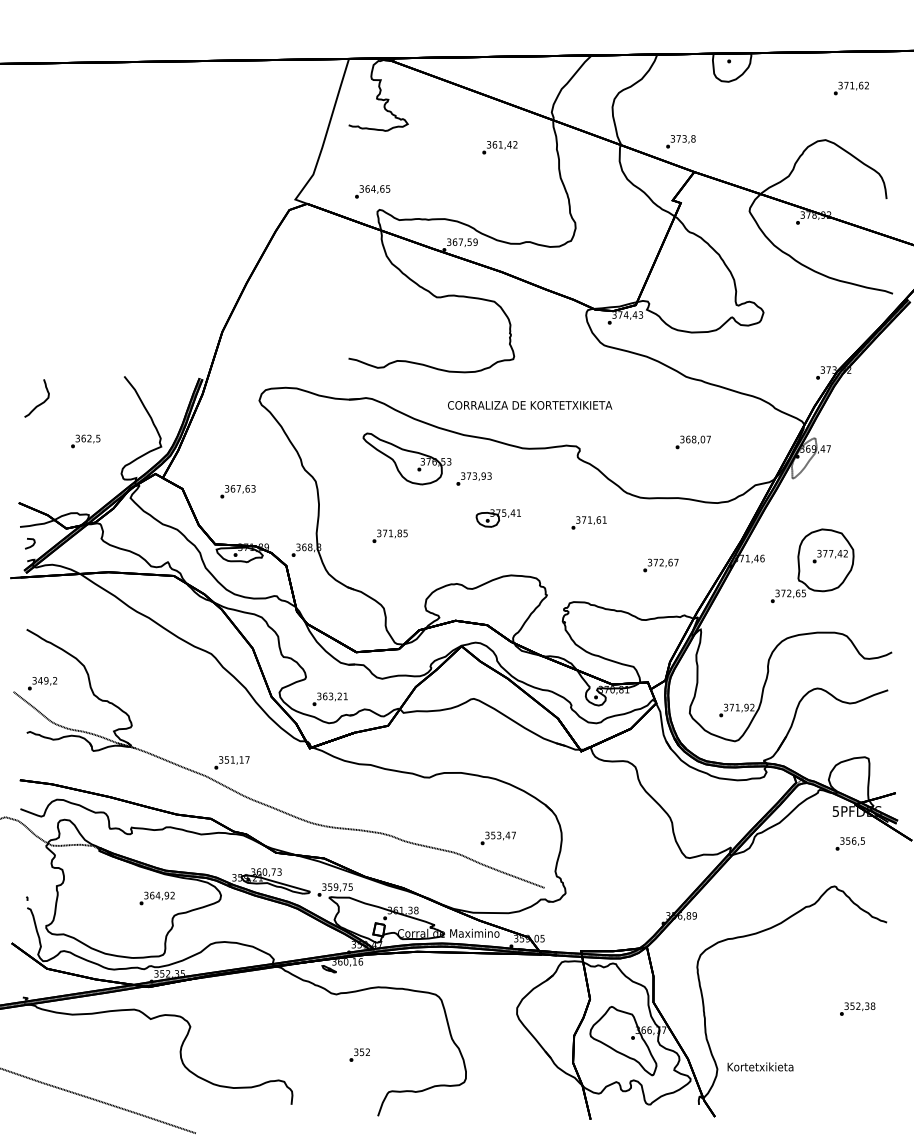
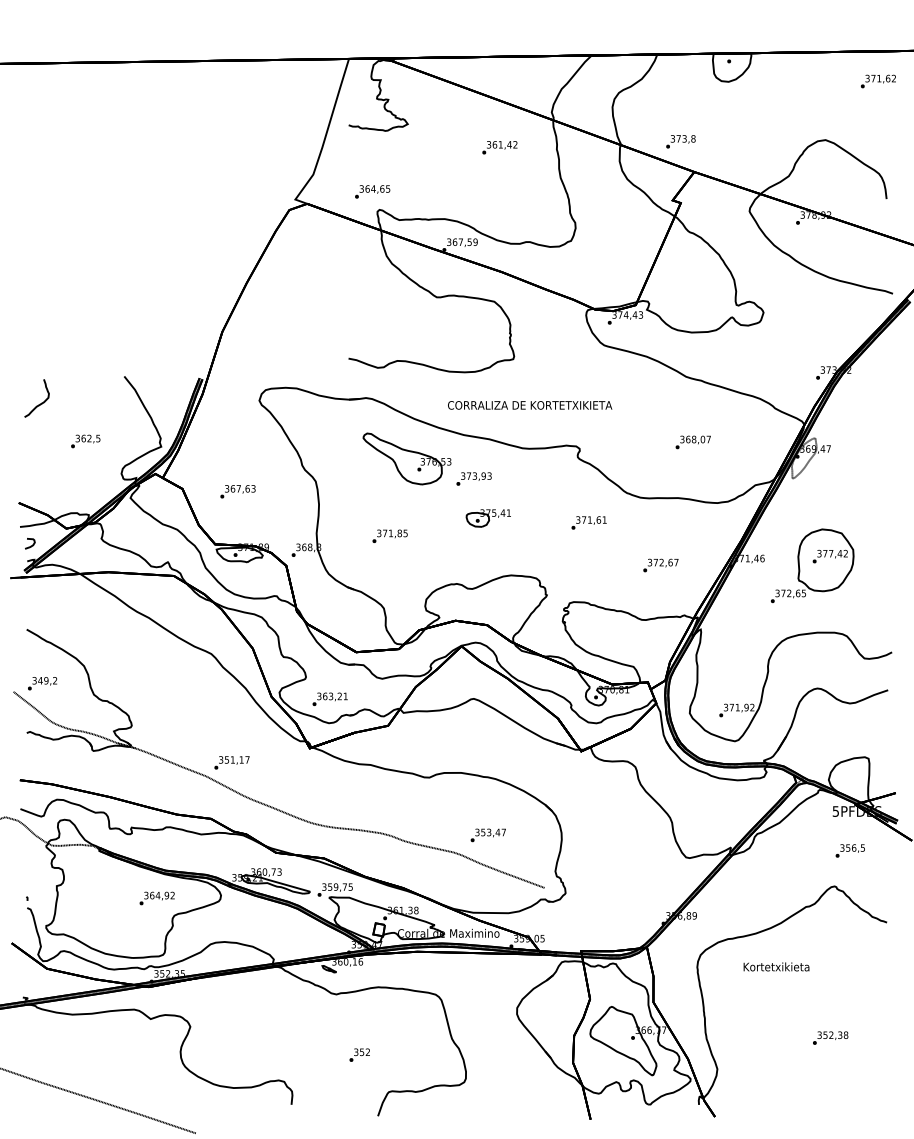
text at (851, 88) position: (851, 88) -> (878, 81)
part at (497, 518) position: (497, 518) -> (487, 518)
text at (497, 838) position: (497, 838) -> (487, 835)
text at (849, 843) position: (849, 843) -> (849, 850)
text at (857, 1008) position: (857, 1008) -> (830, 1037)
text at (760, 1066) position: (760, 1066) -> (776, 966)
